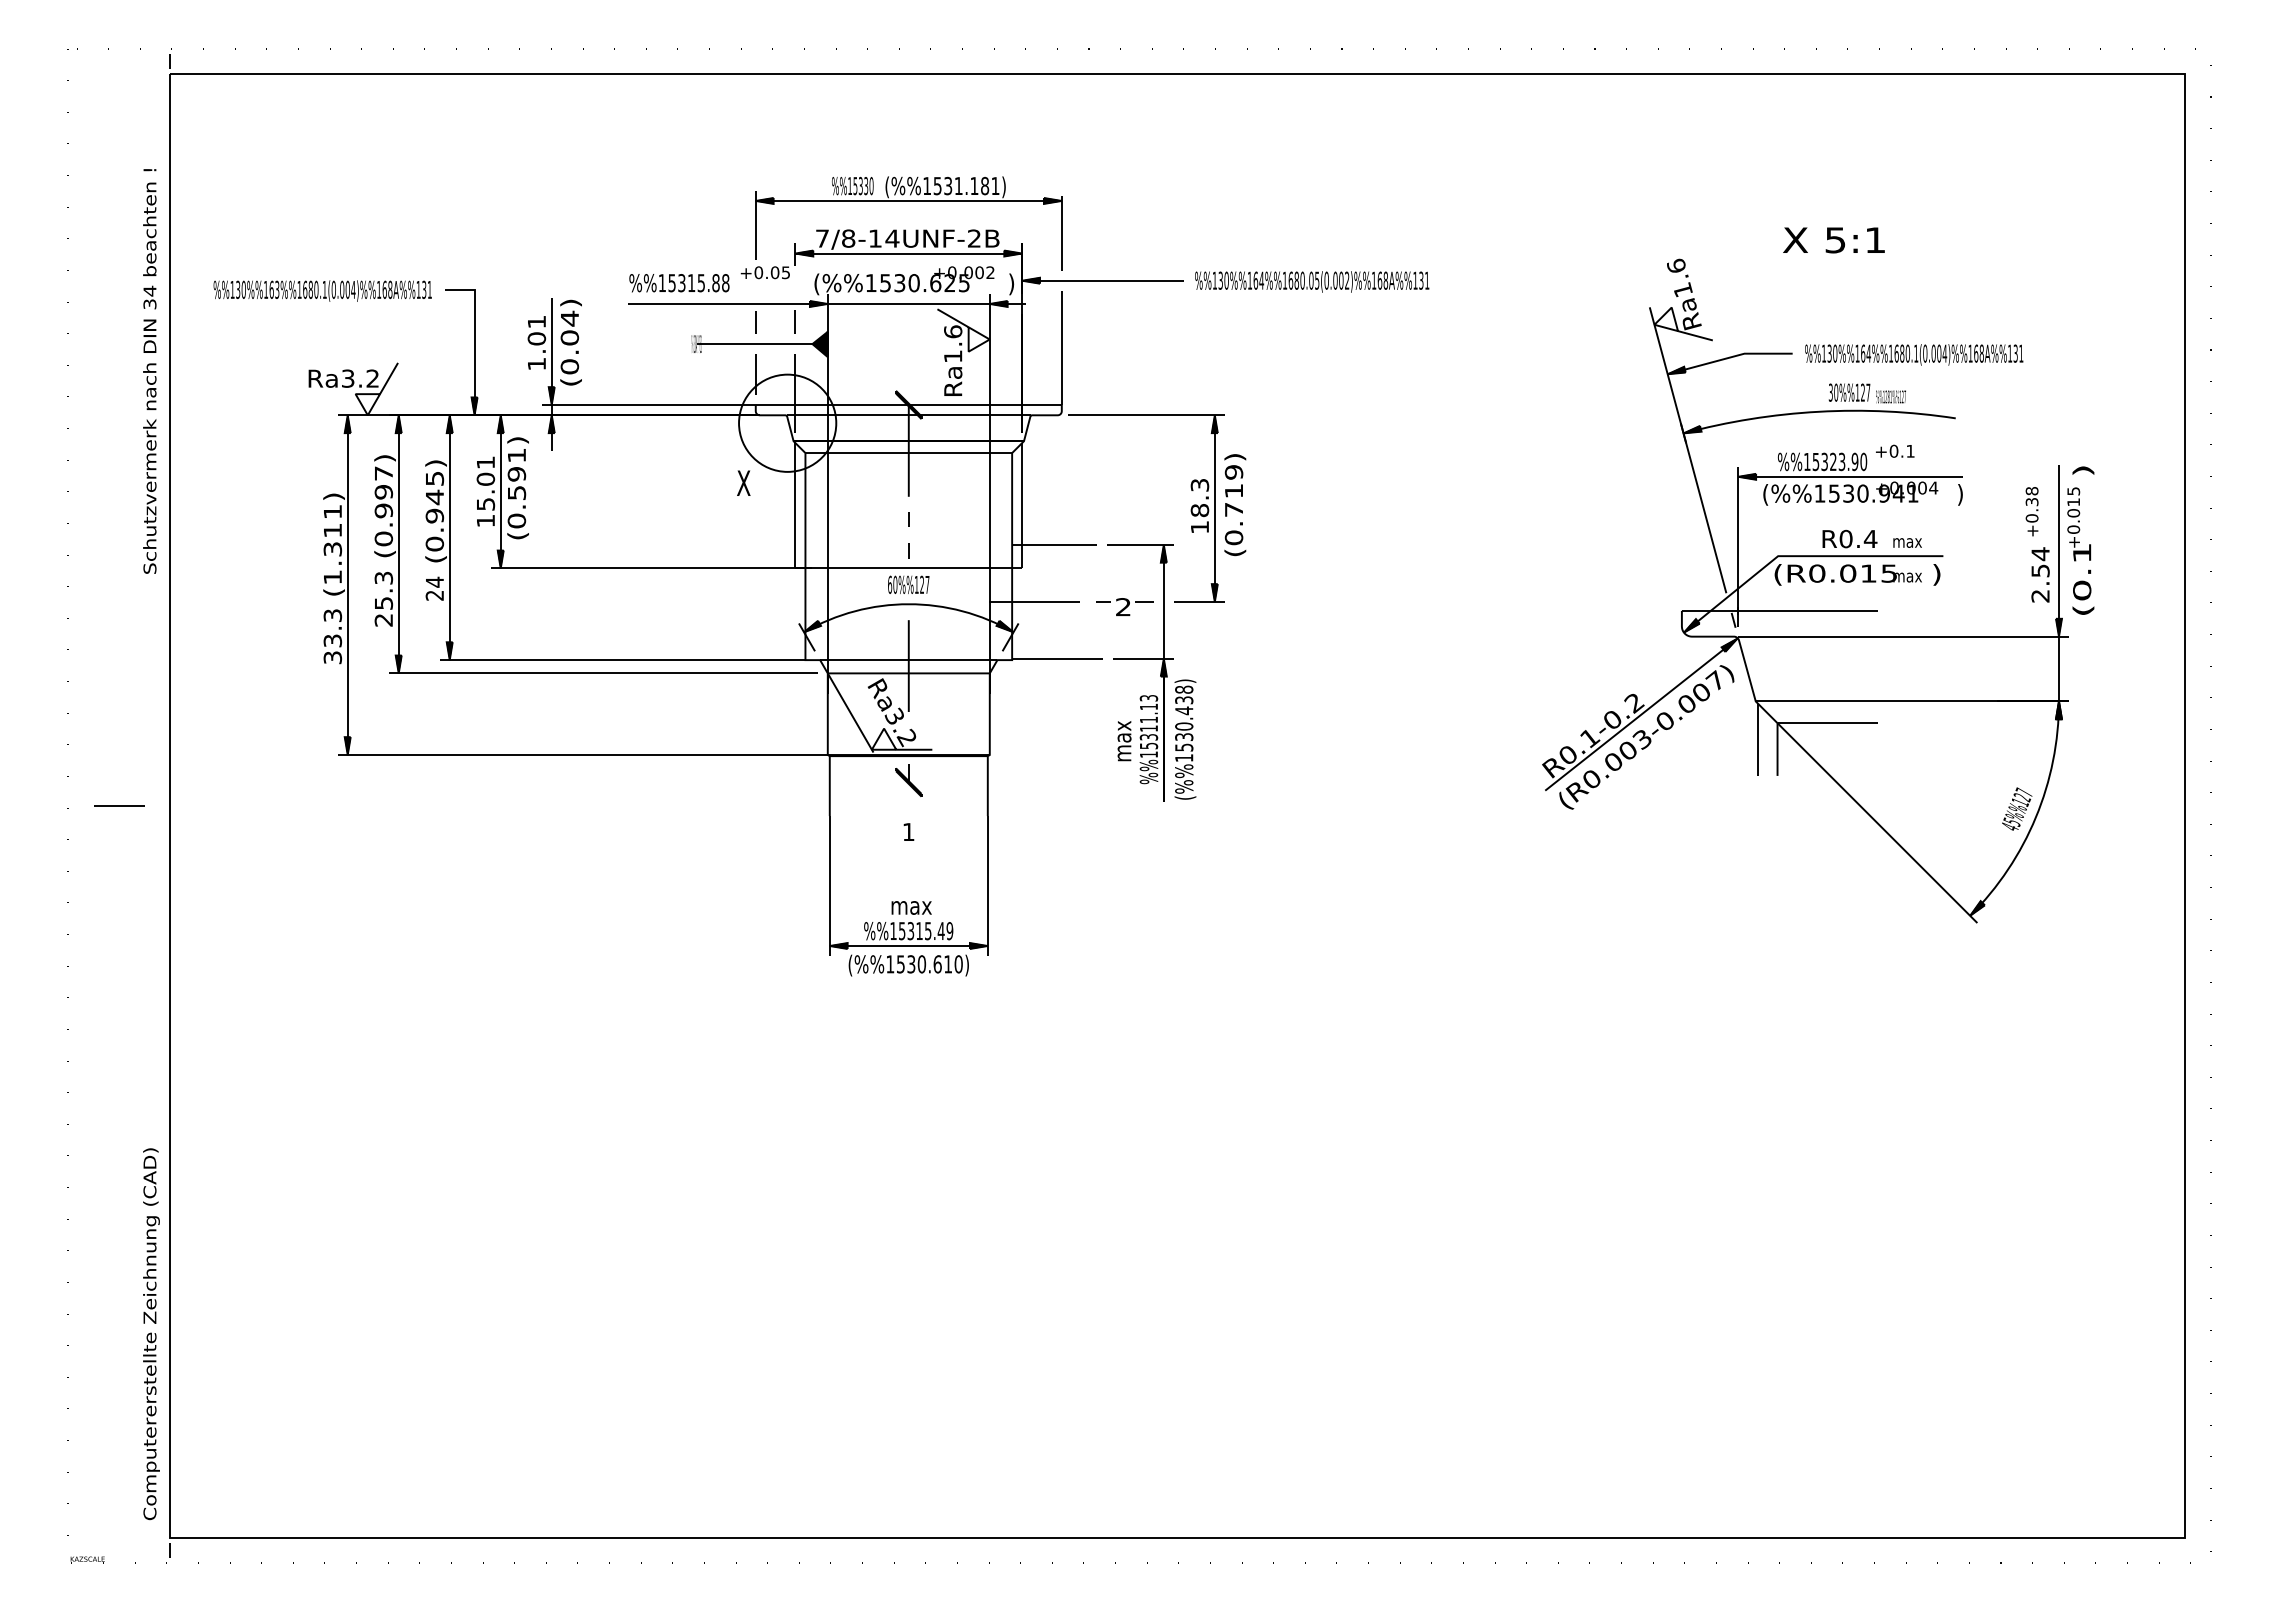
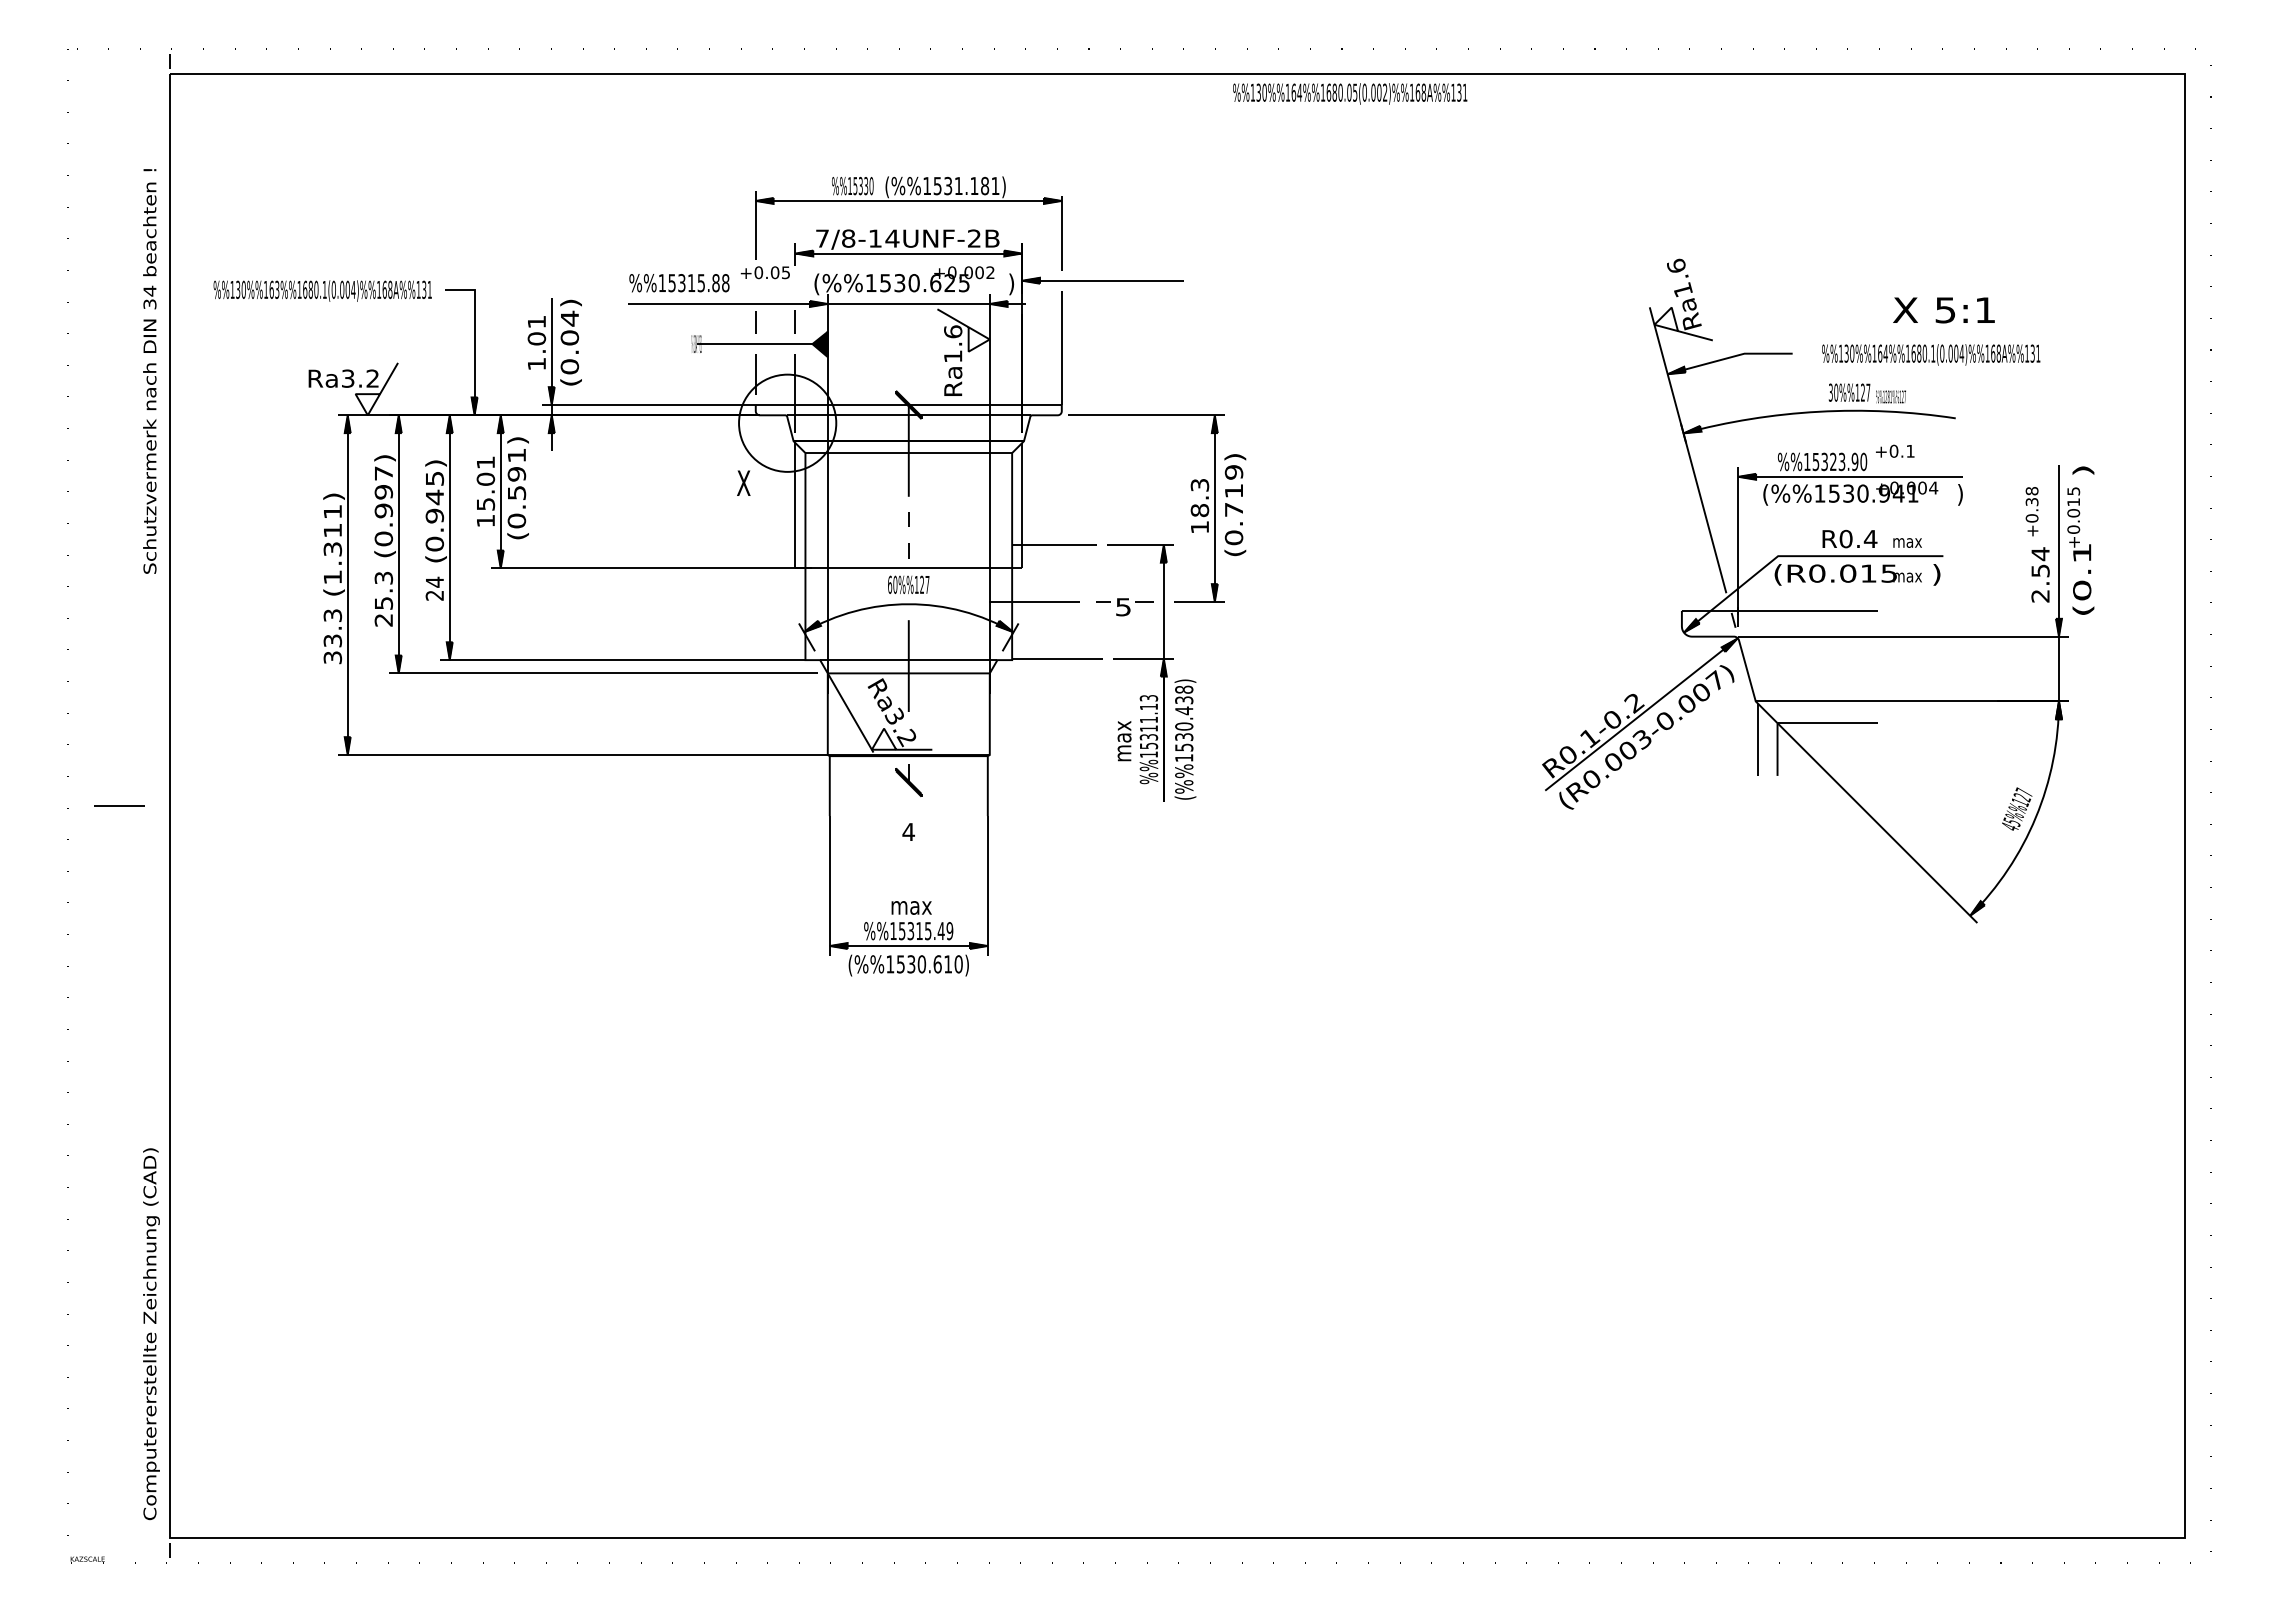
text at (1833, 240) position: (1833, 240) -> (1943, 310)
part at (1312, 281) position: (1312, 281) -> (1350, 93)
part at (1914, 354) position: (1914, 354) -> (1931, 354)
text at (1123, 607): 2 -> 5
text at (908, 831): 1 -> 4
